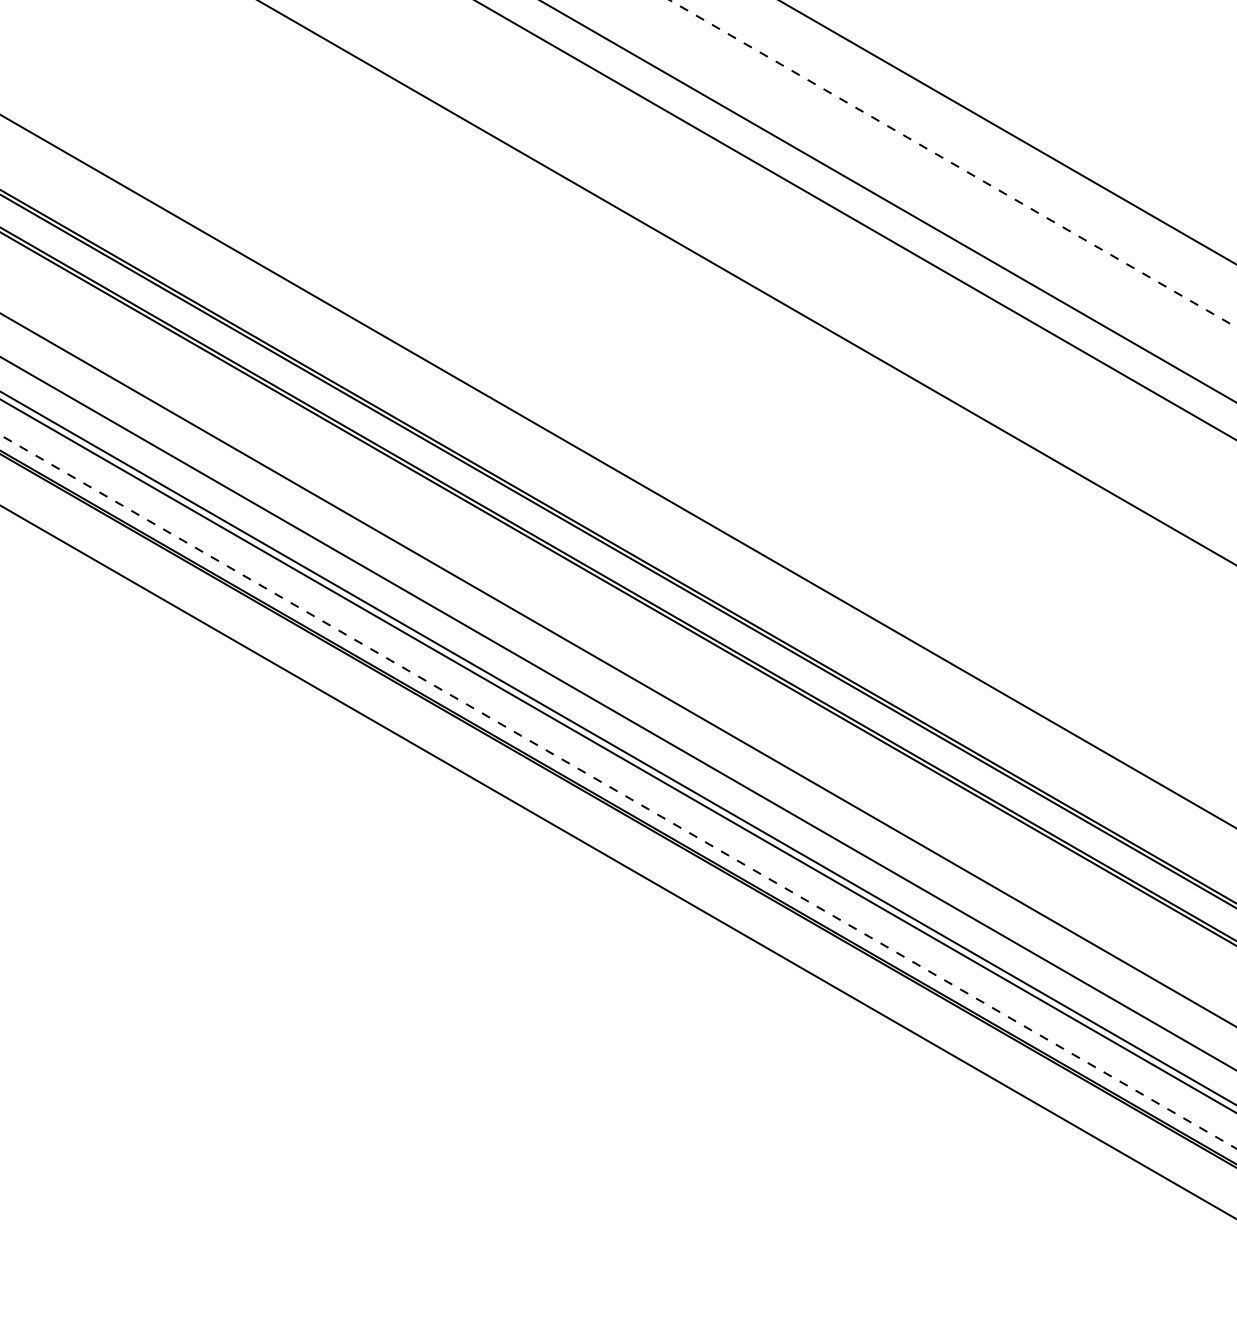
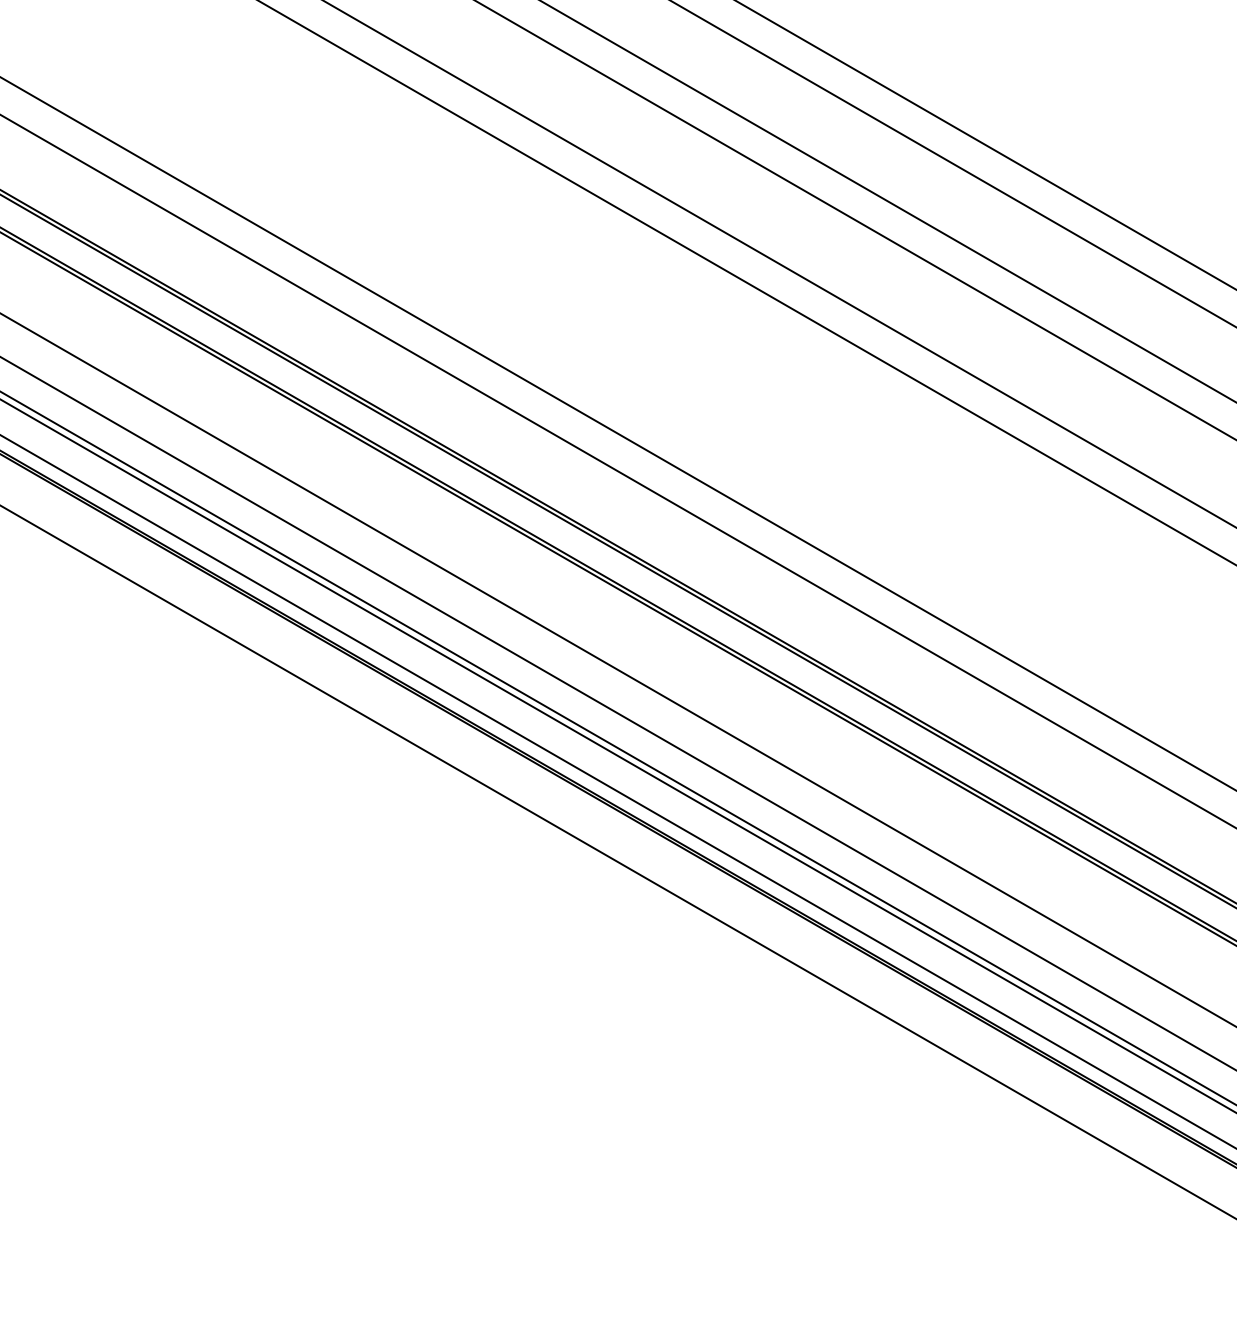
line at (1007, 132) position: (1007, 132) -> (985, 145)
line at (953, 163): dashed -> solid
line at (779, 264): none -> present
line at (617, 433): none -> present
line at (618, 791): dashed -> solid
